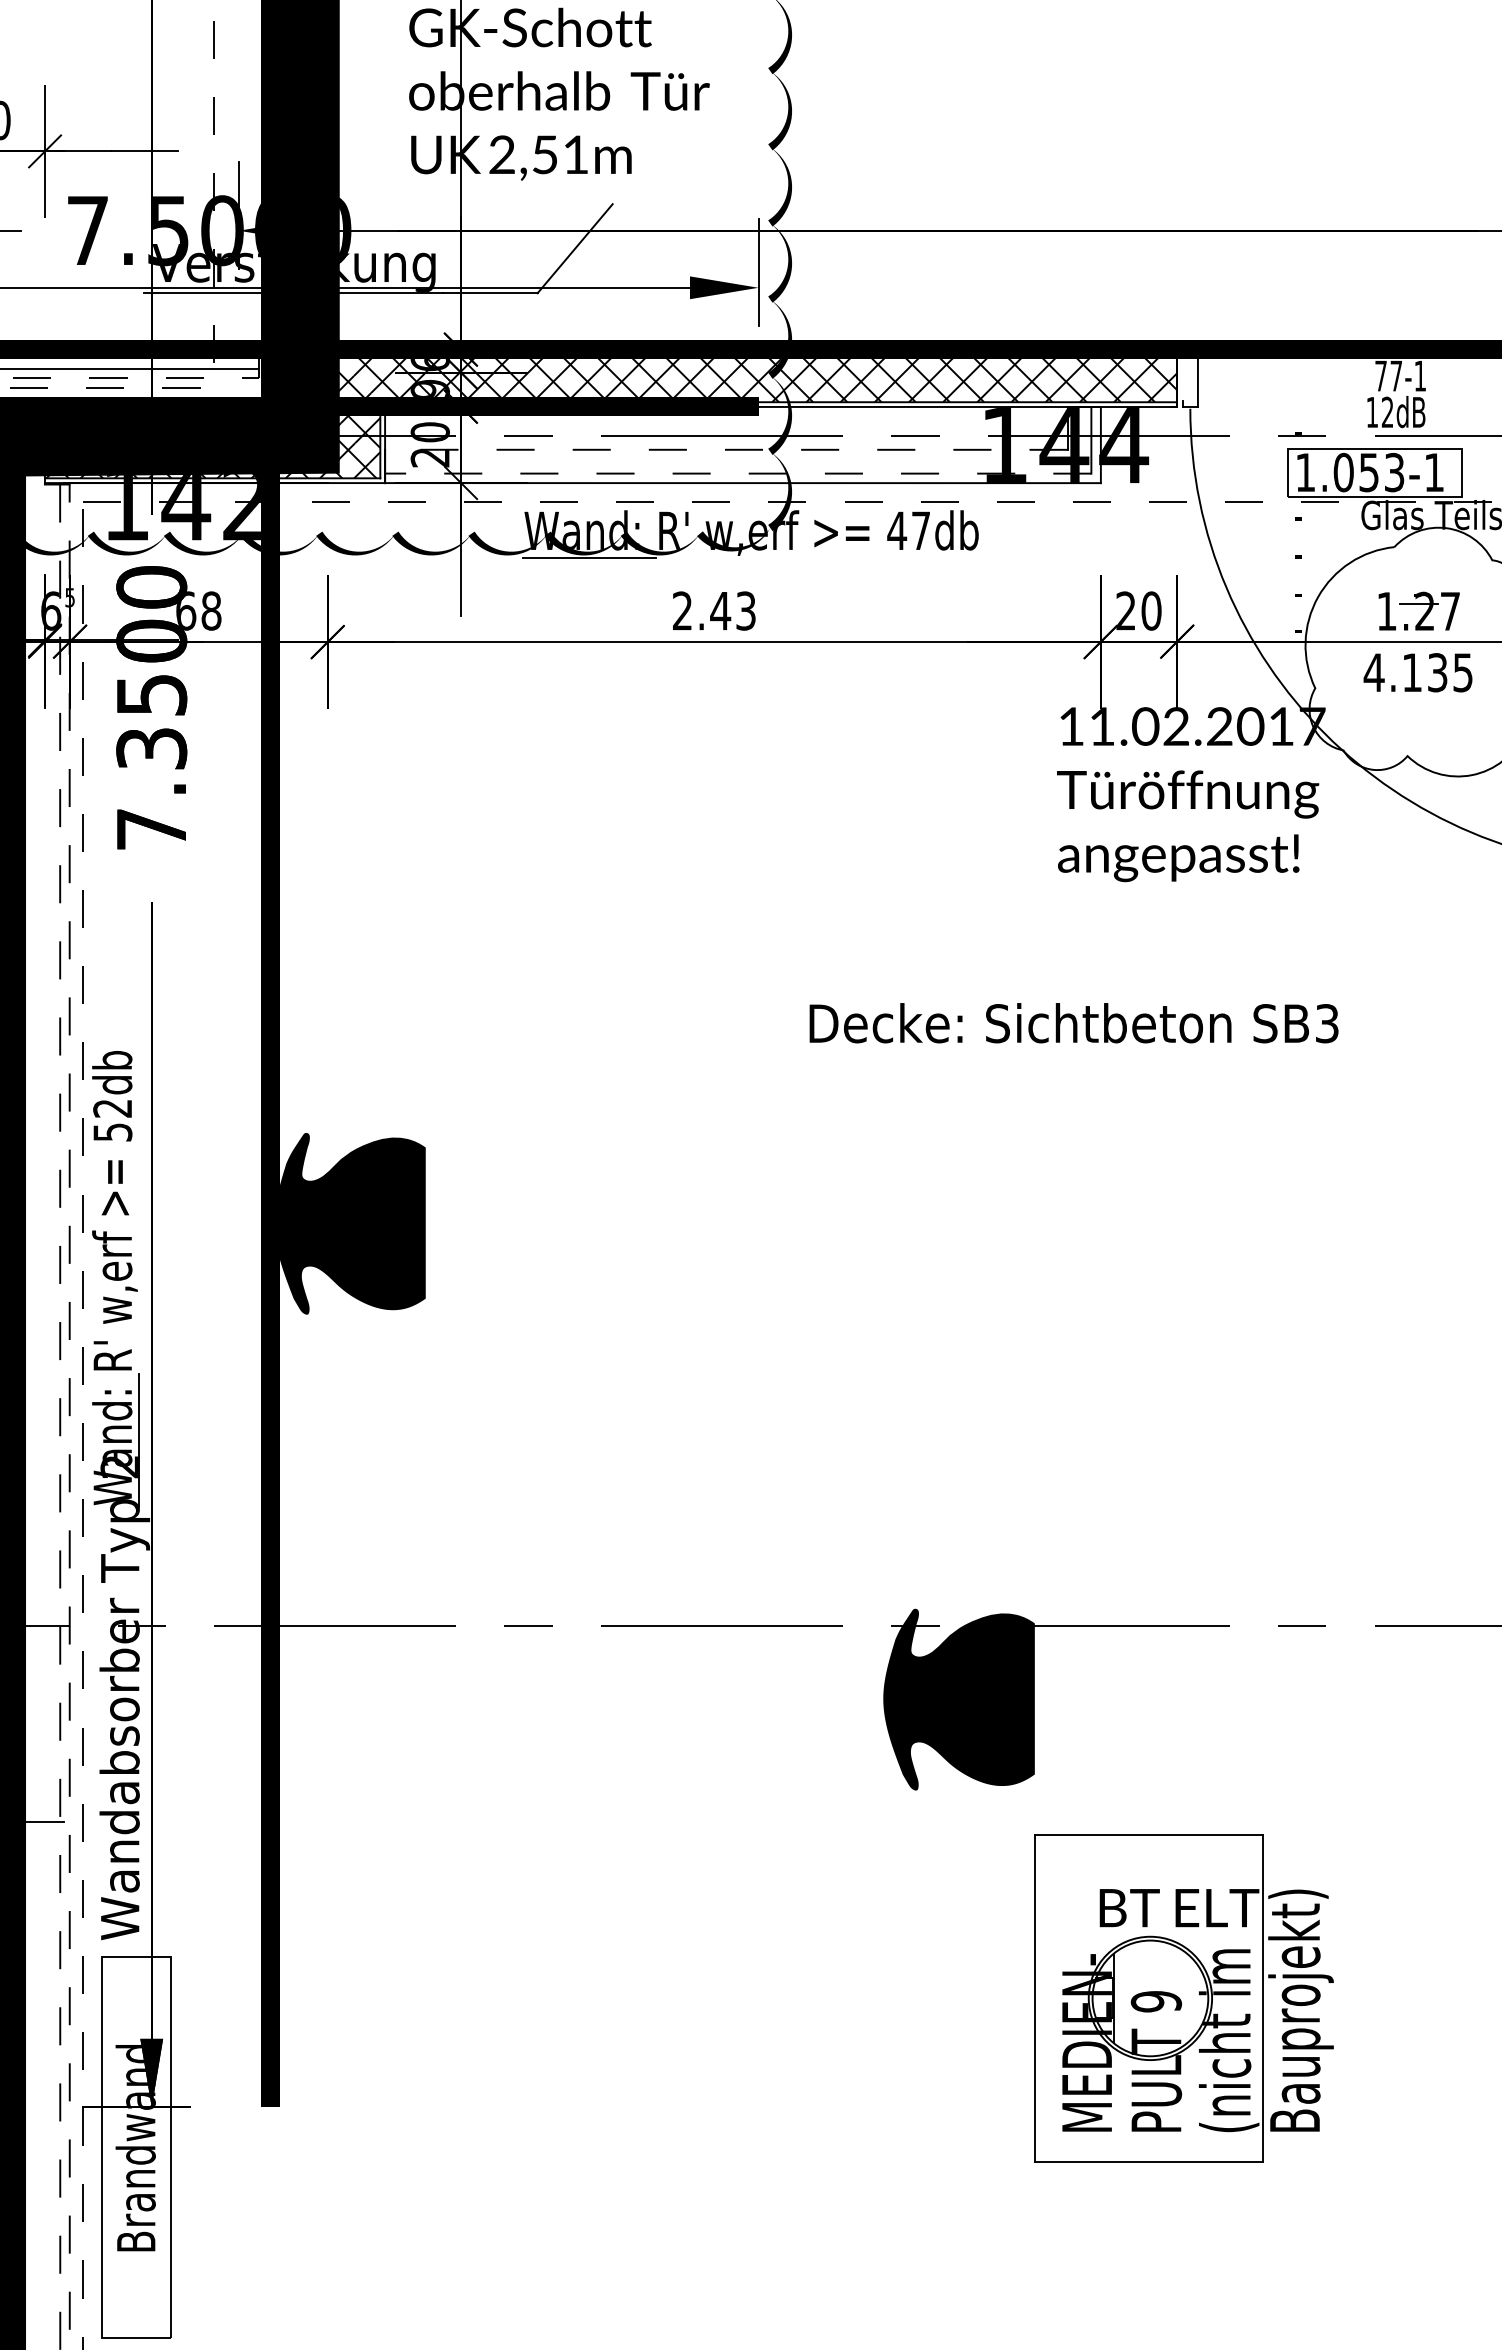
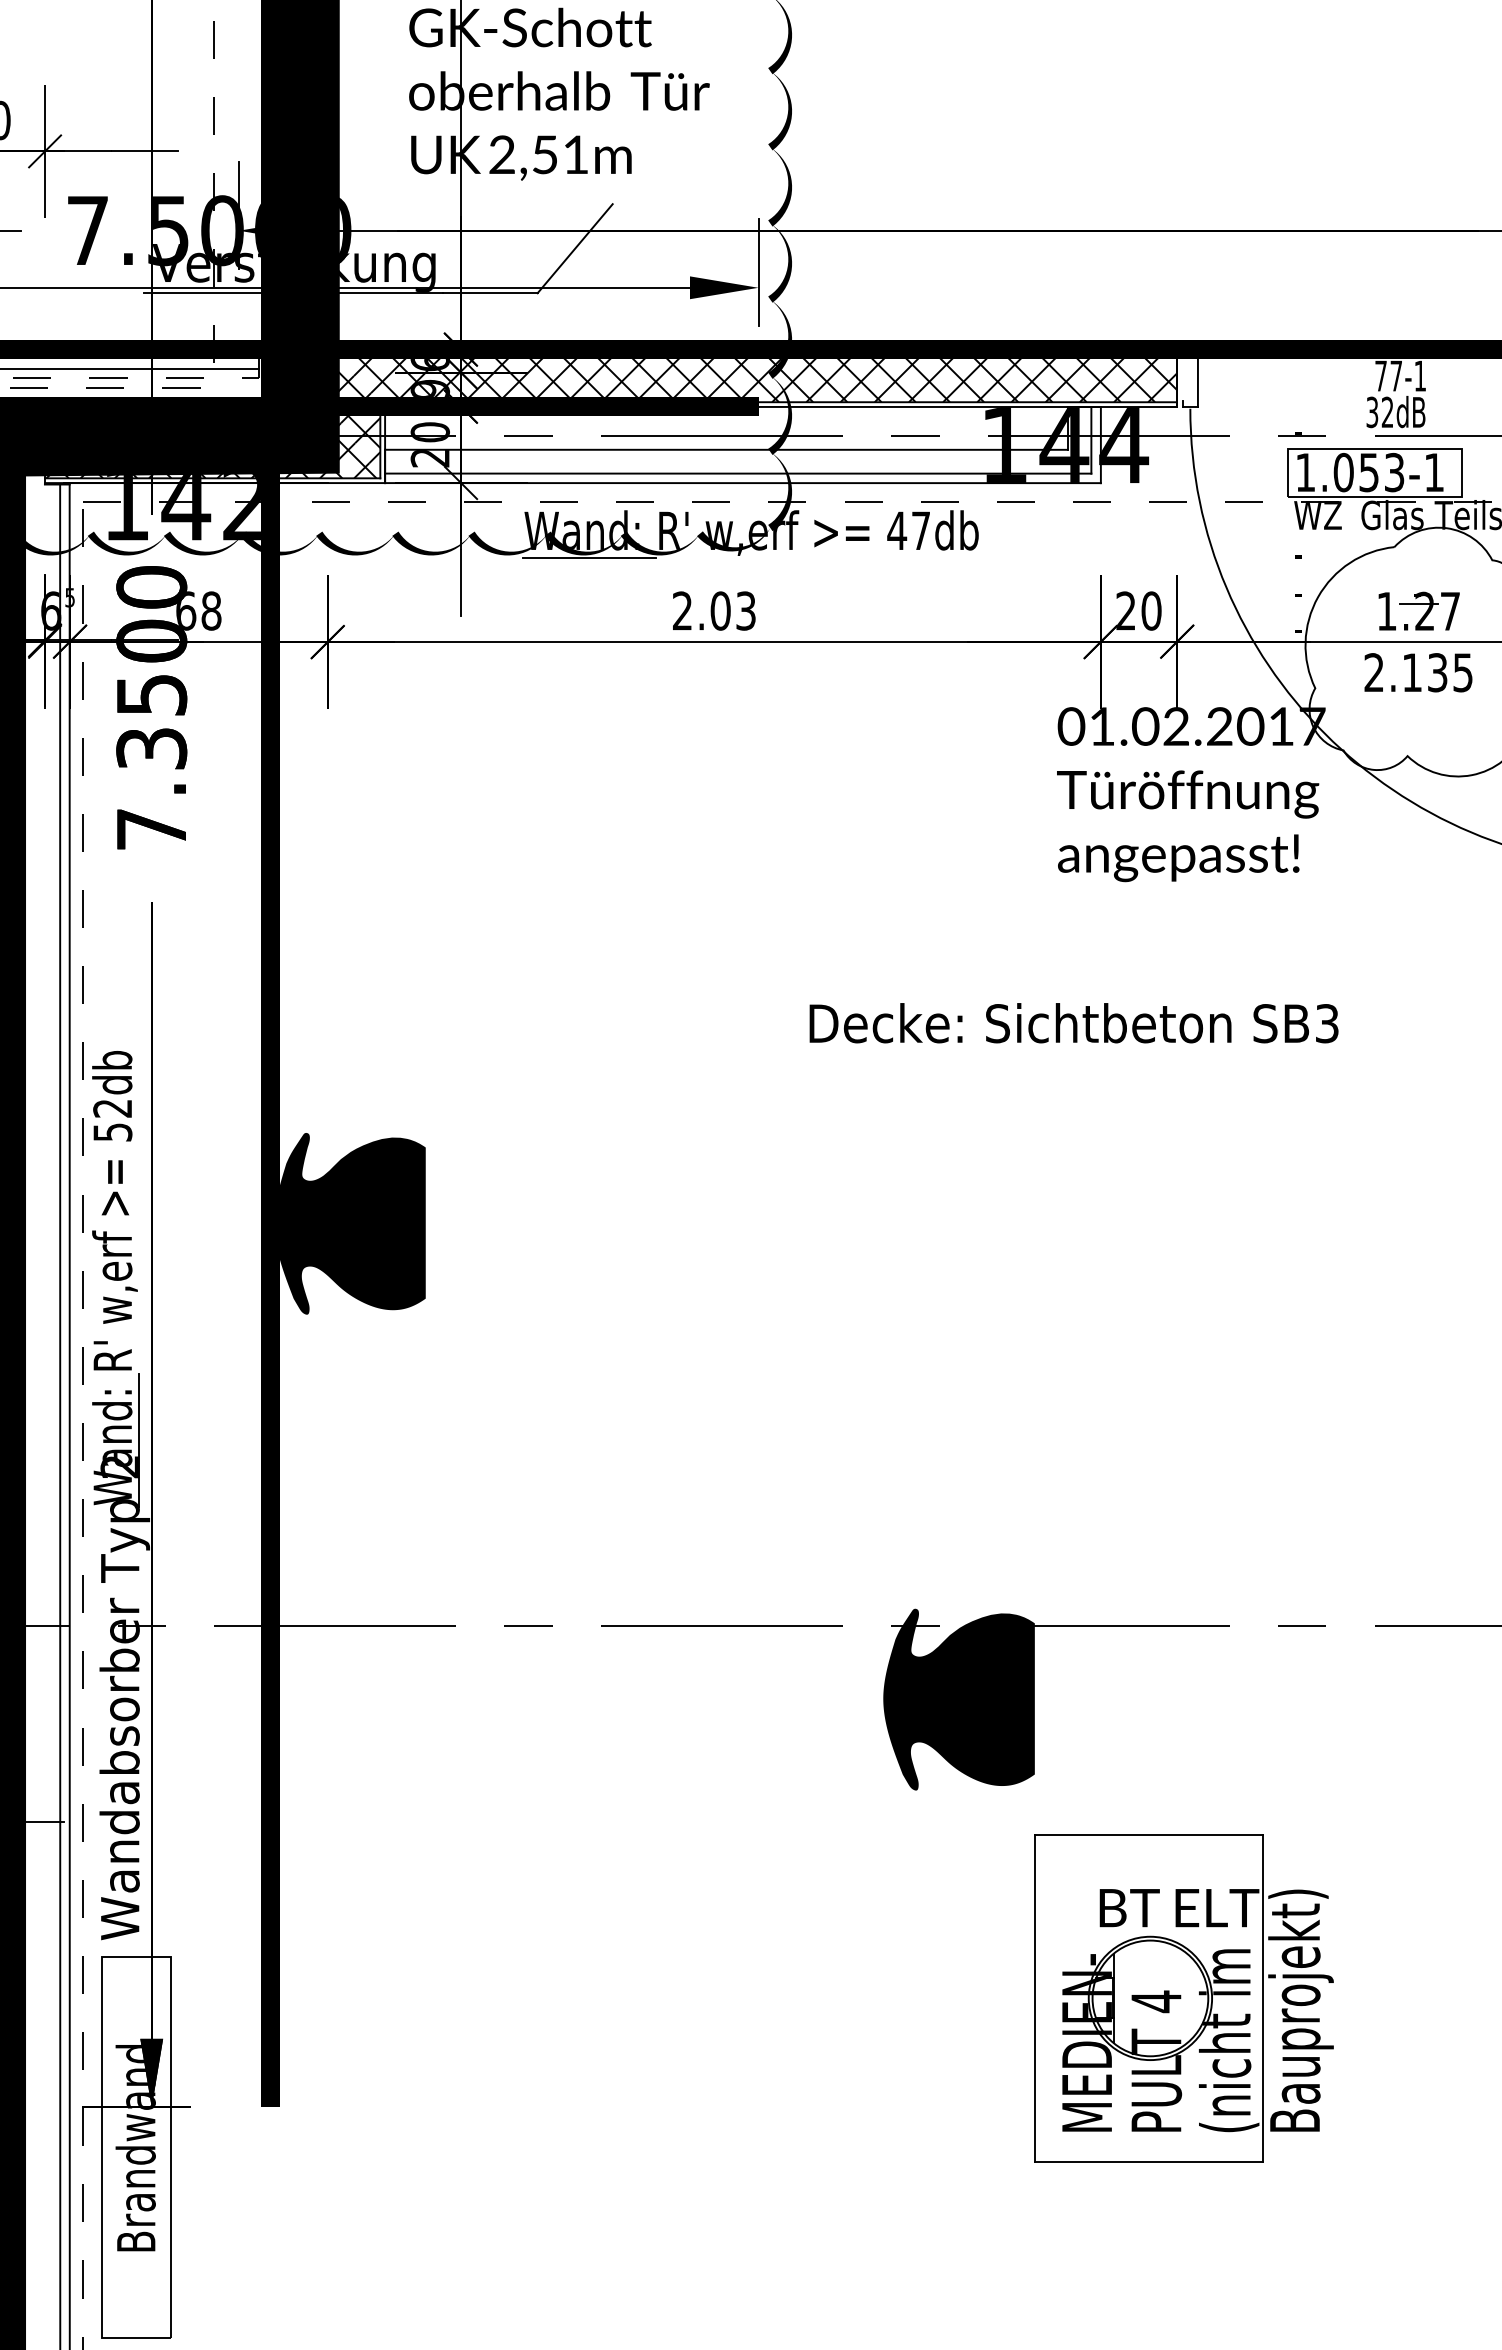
text at (1372, 412): 12dB -> 32dB
line at (725, 449): dashed -> solid
line at (737, 473): dashed -> solid
text at (1317, 515): - -> WZ
text at (720, 610): 2.43 -> 2.03
text at (1373, 672): 4.135 -> 2.135
text at (1071, 726): 11.02.2017 -> 01.02.2017
line at (69, 1416): dashed -> solid
line at (60, 1417): dashed -> solid
text at (1156, 2001): 9 -> 4
